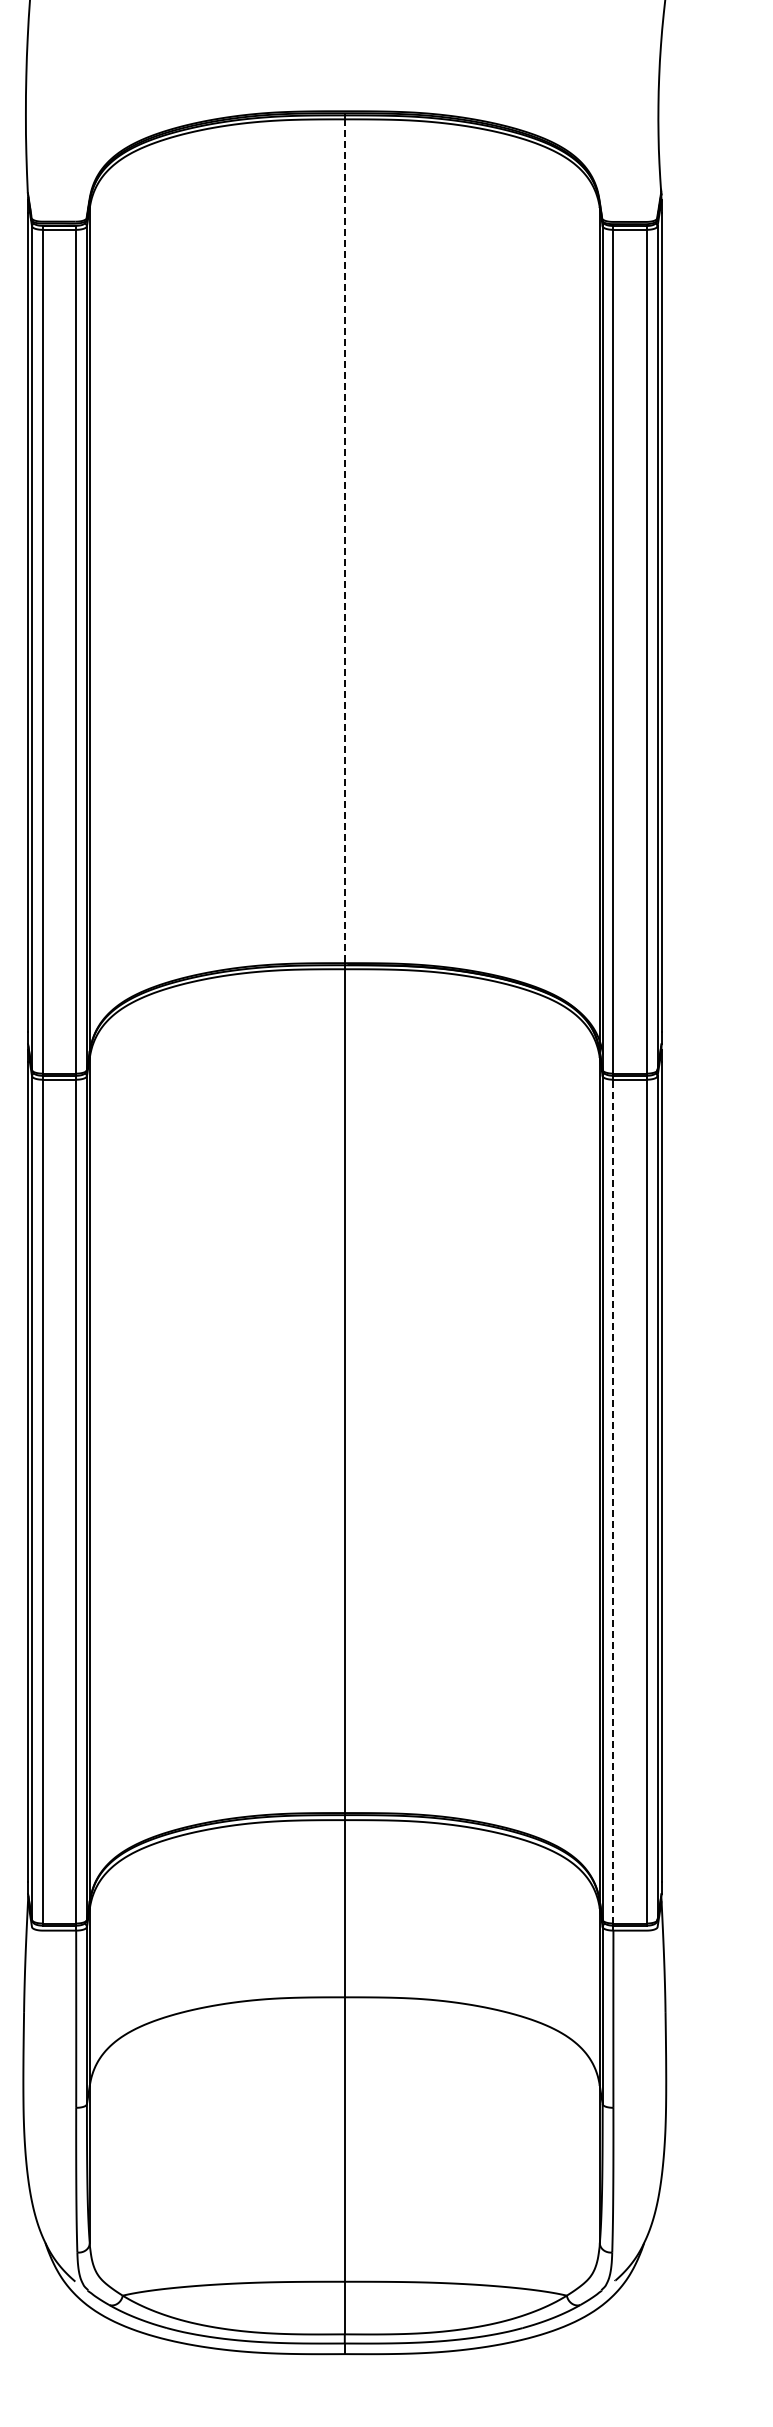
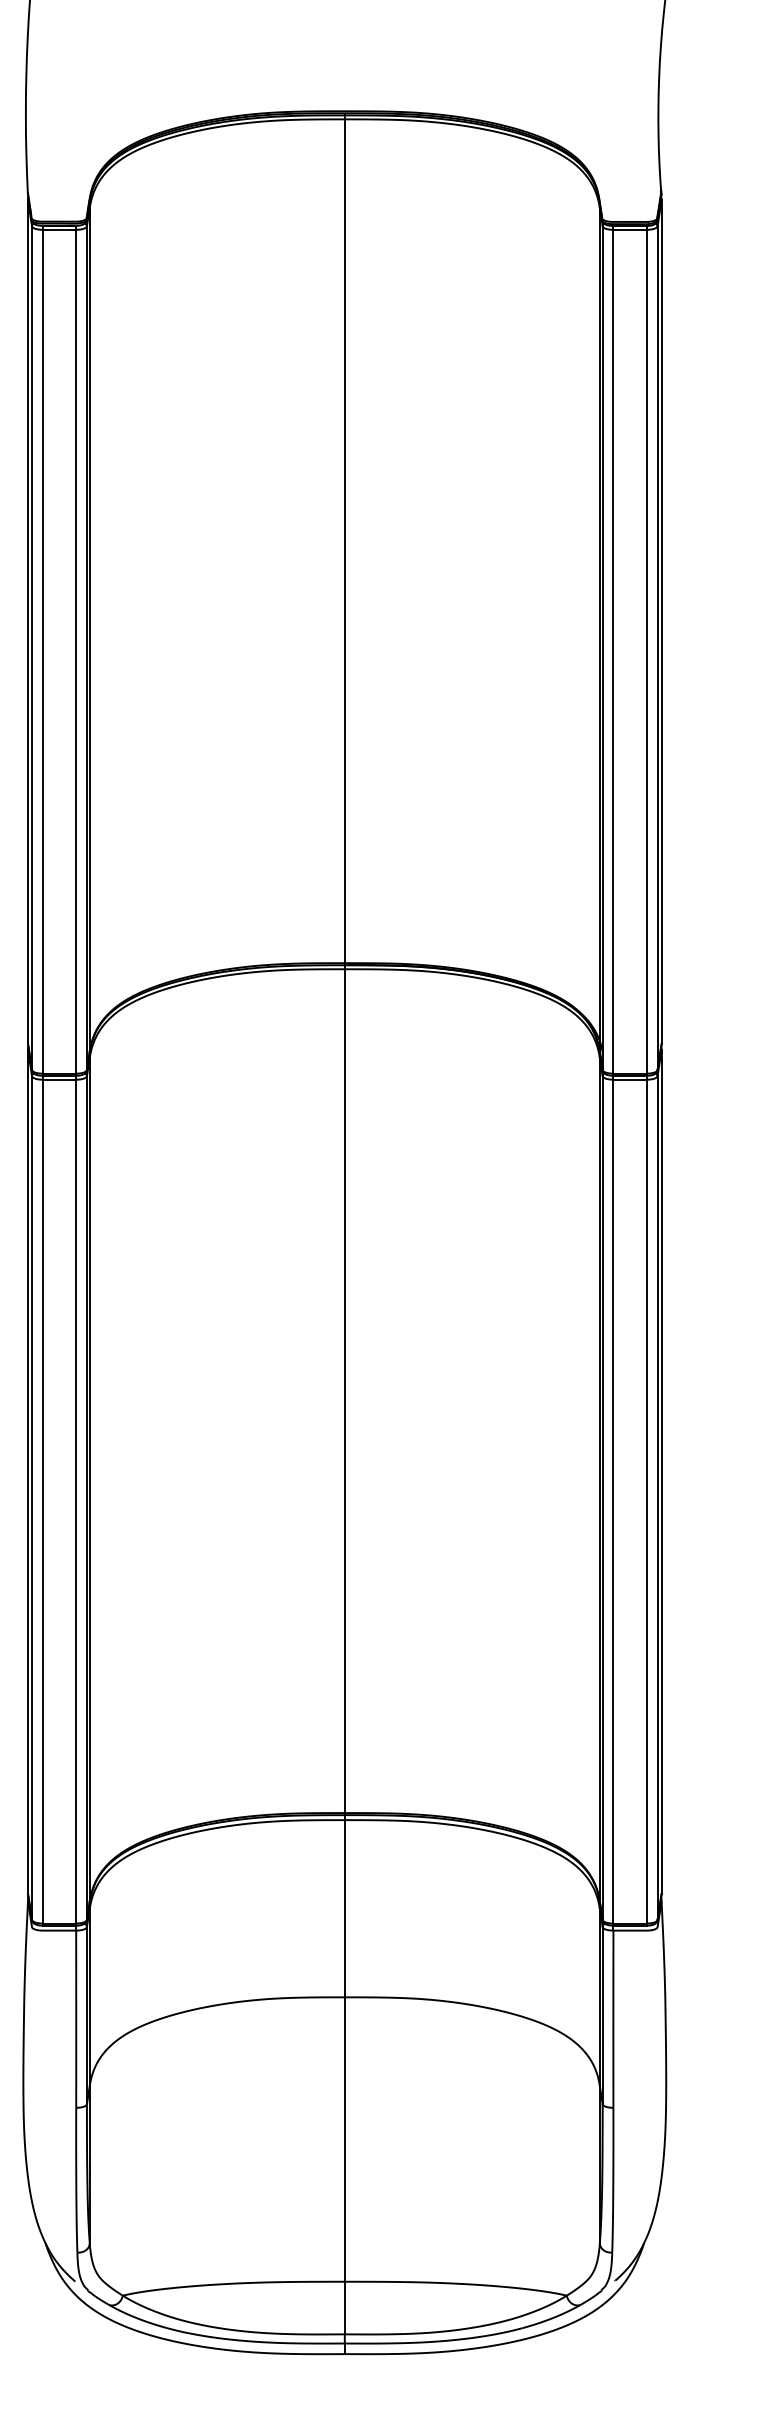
line at (344, 541): dashed -> solid
line at (613, 1501): dashed -> solid
